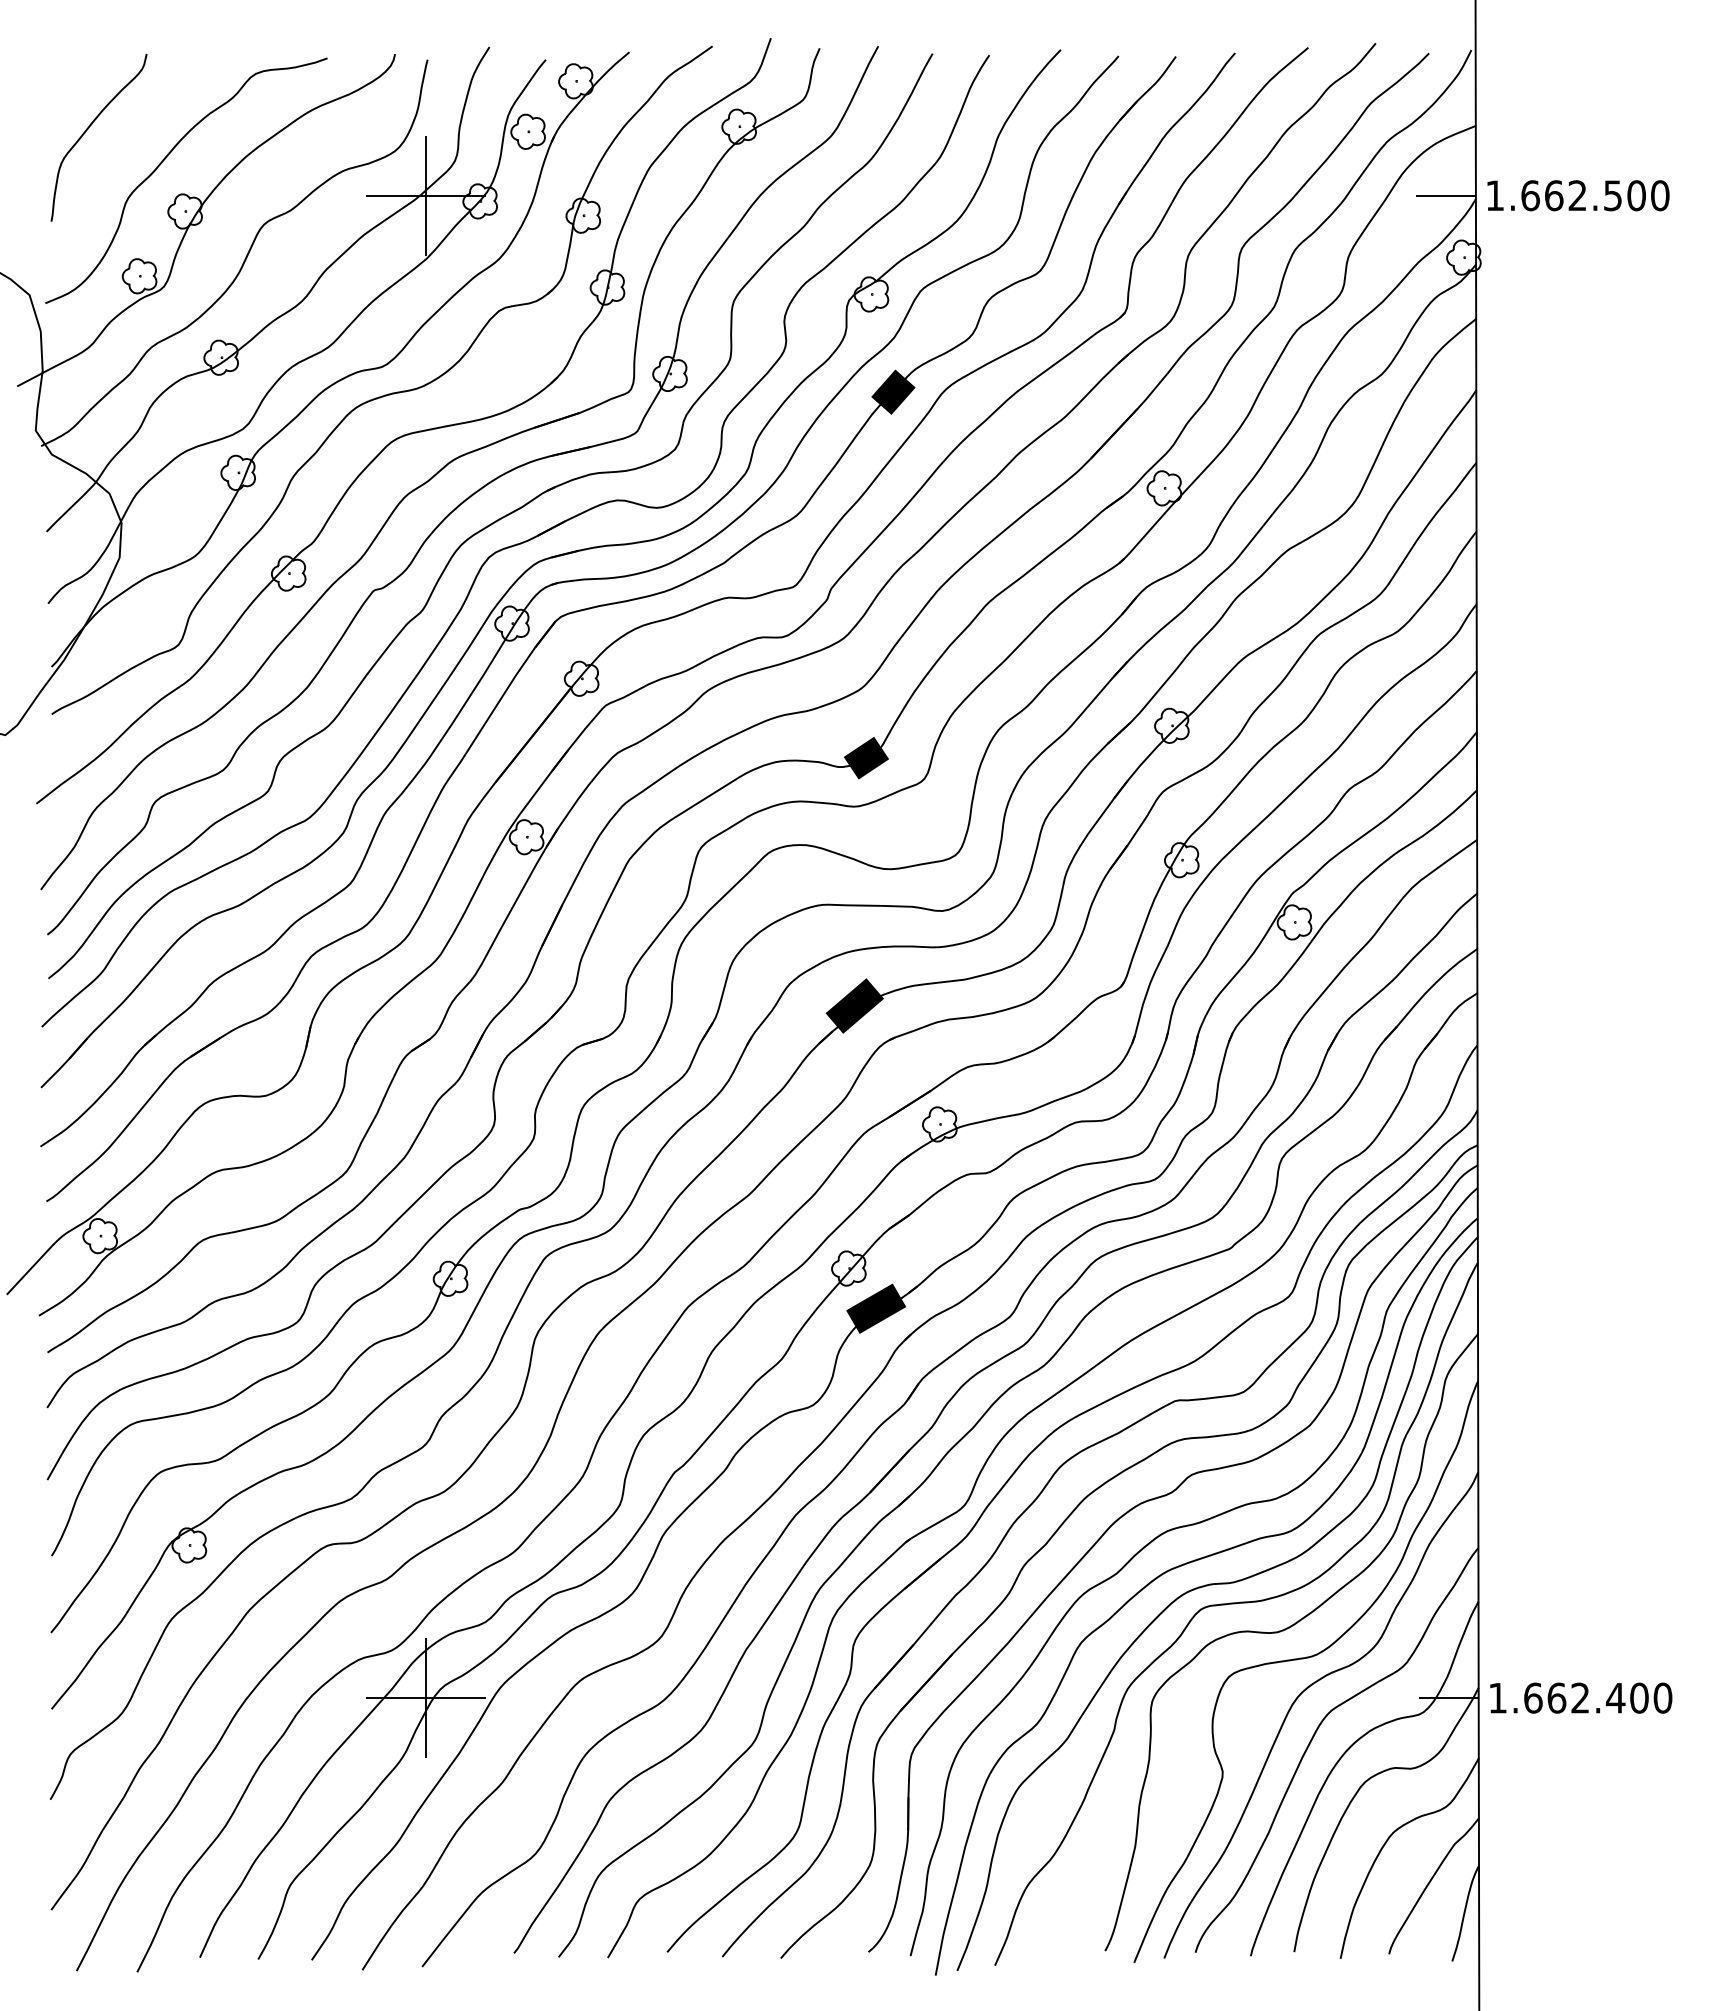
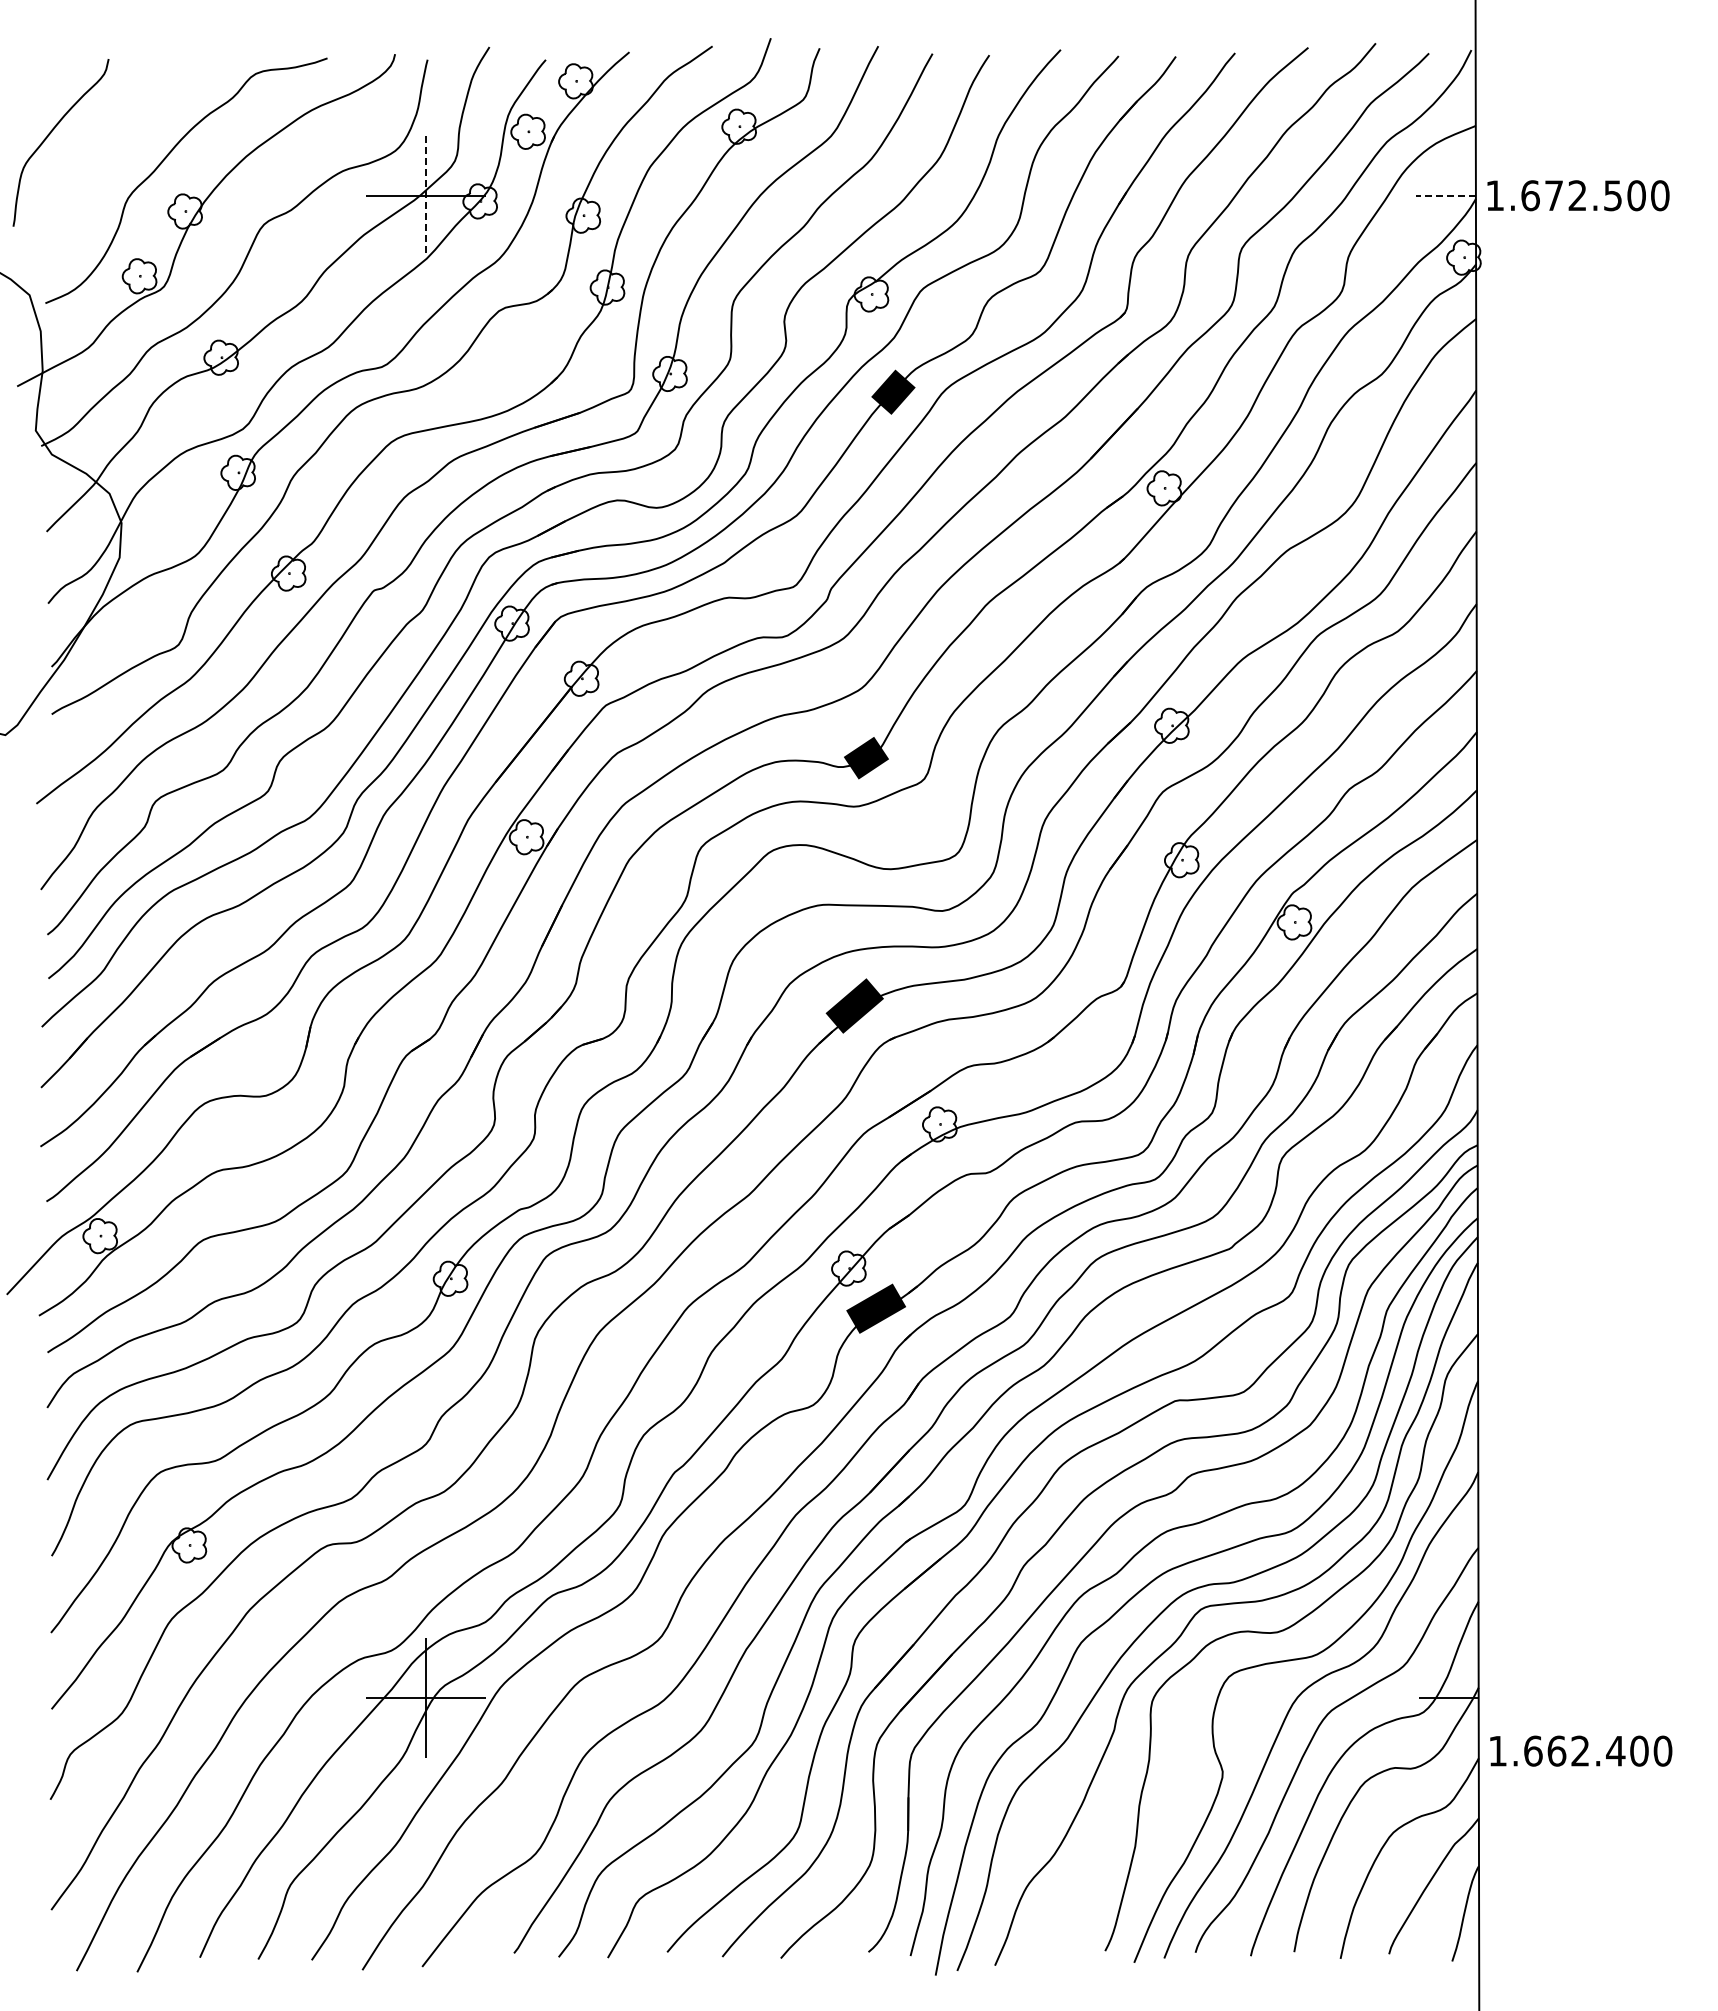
curve at (89, 128) position: (89, 128) -> (51, 133)
line at (1445, 195): solid -> dashed
text at (1554, 195): 1.662.500 -> 1.672.500
line at (425, 196): solid -> dashed
text at (1581, 1697) position: (1581, 1697) -> (1581, 1750)
